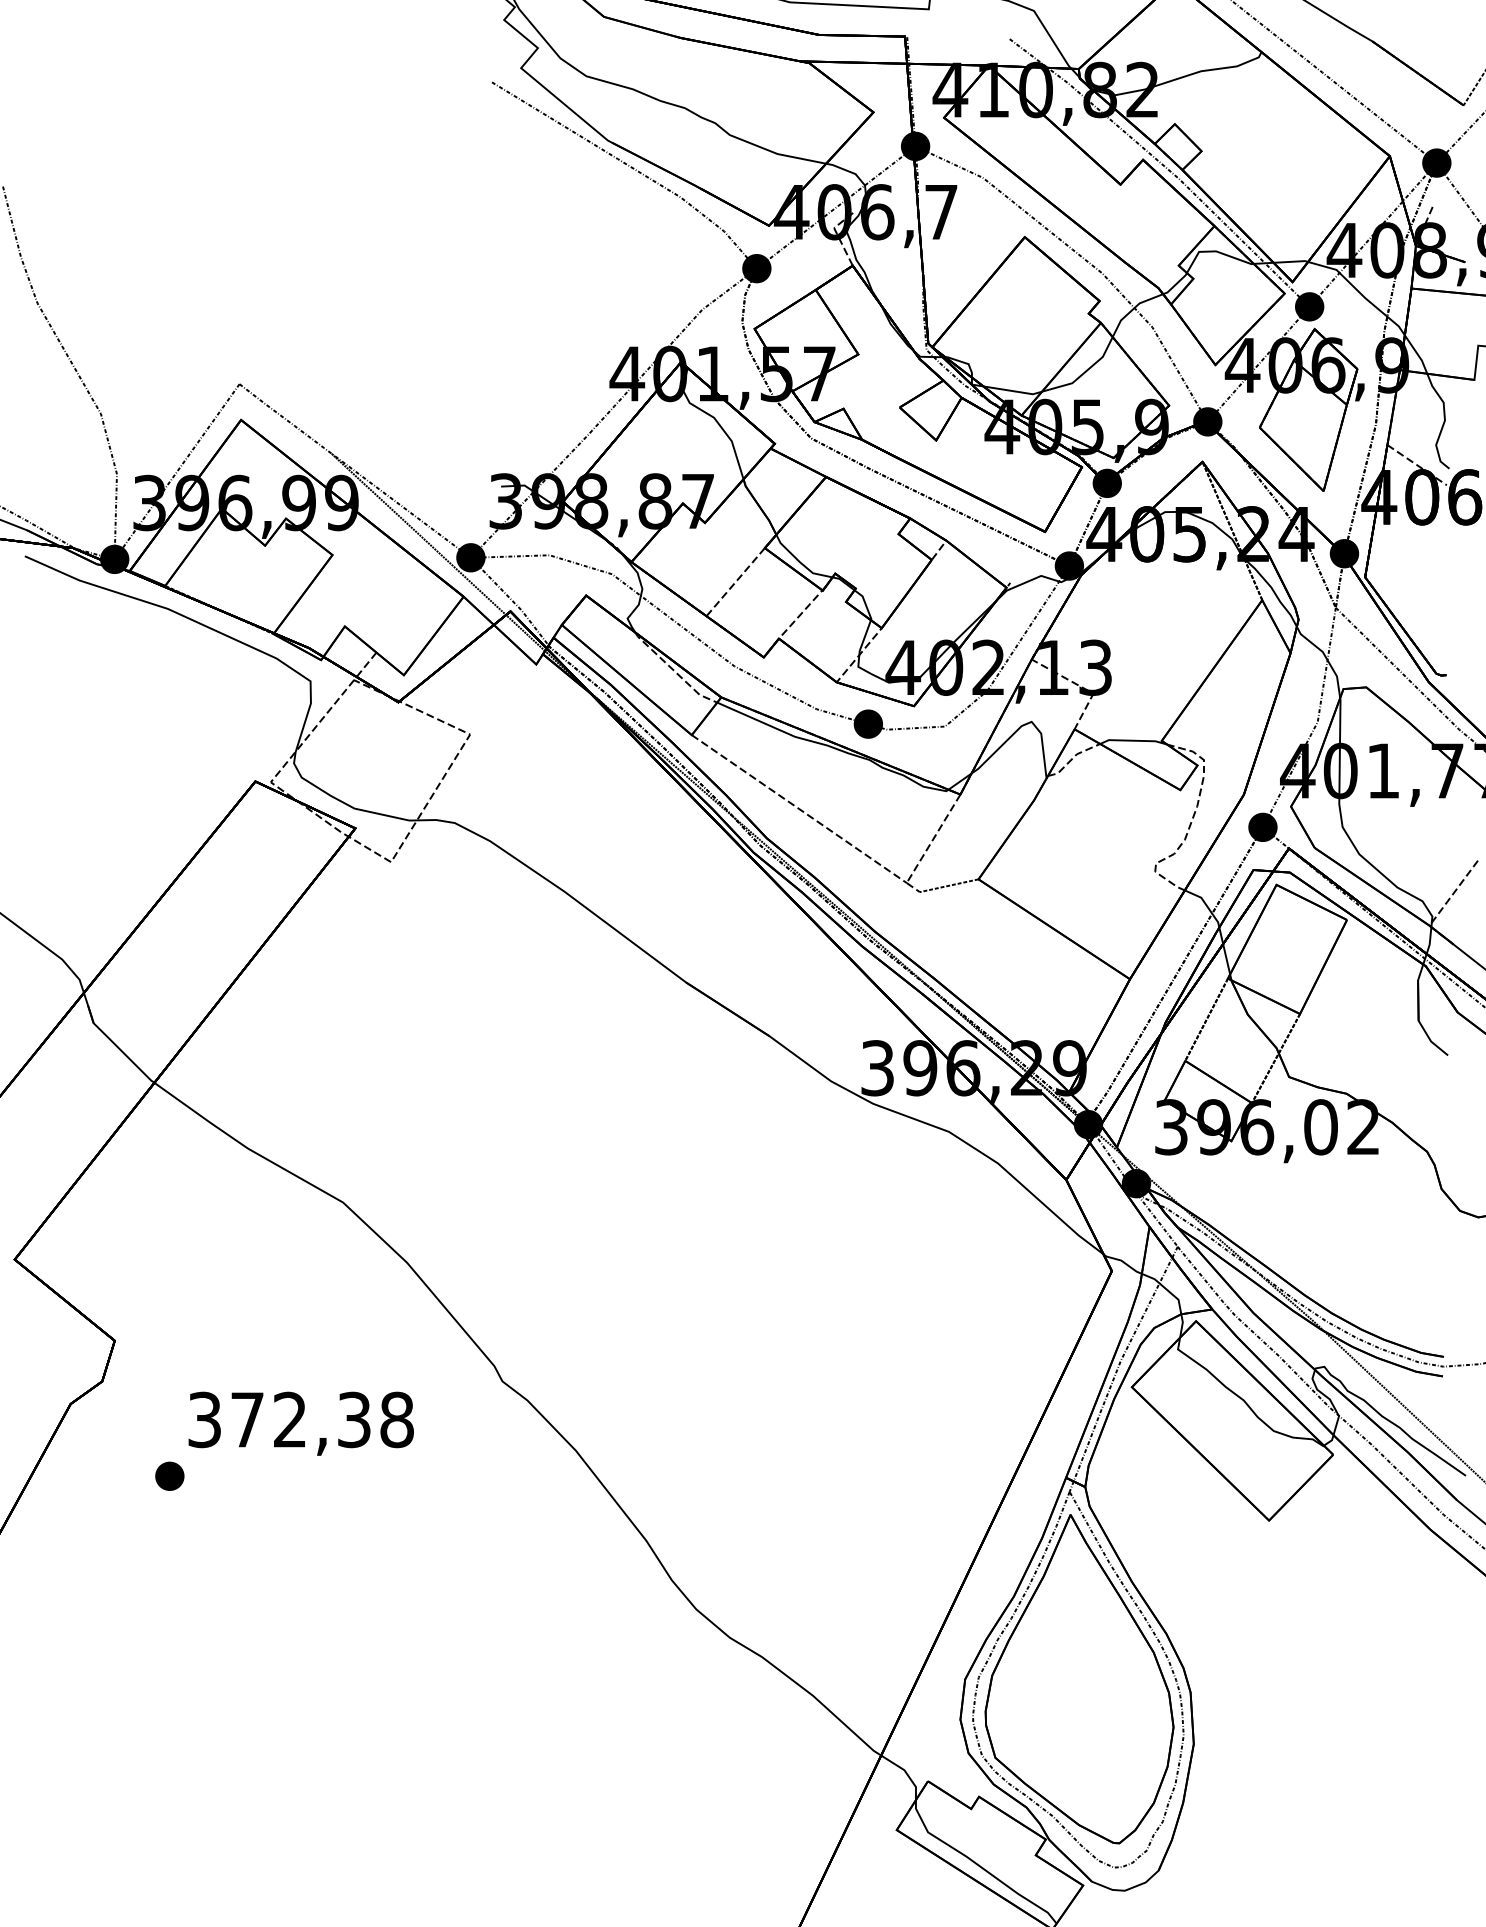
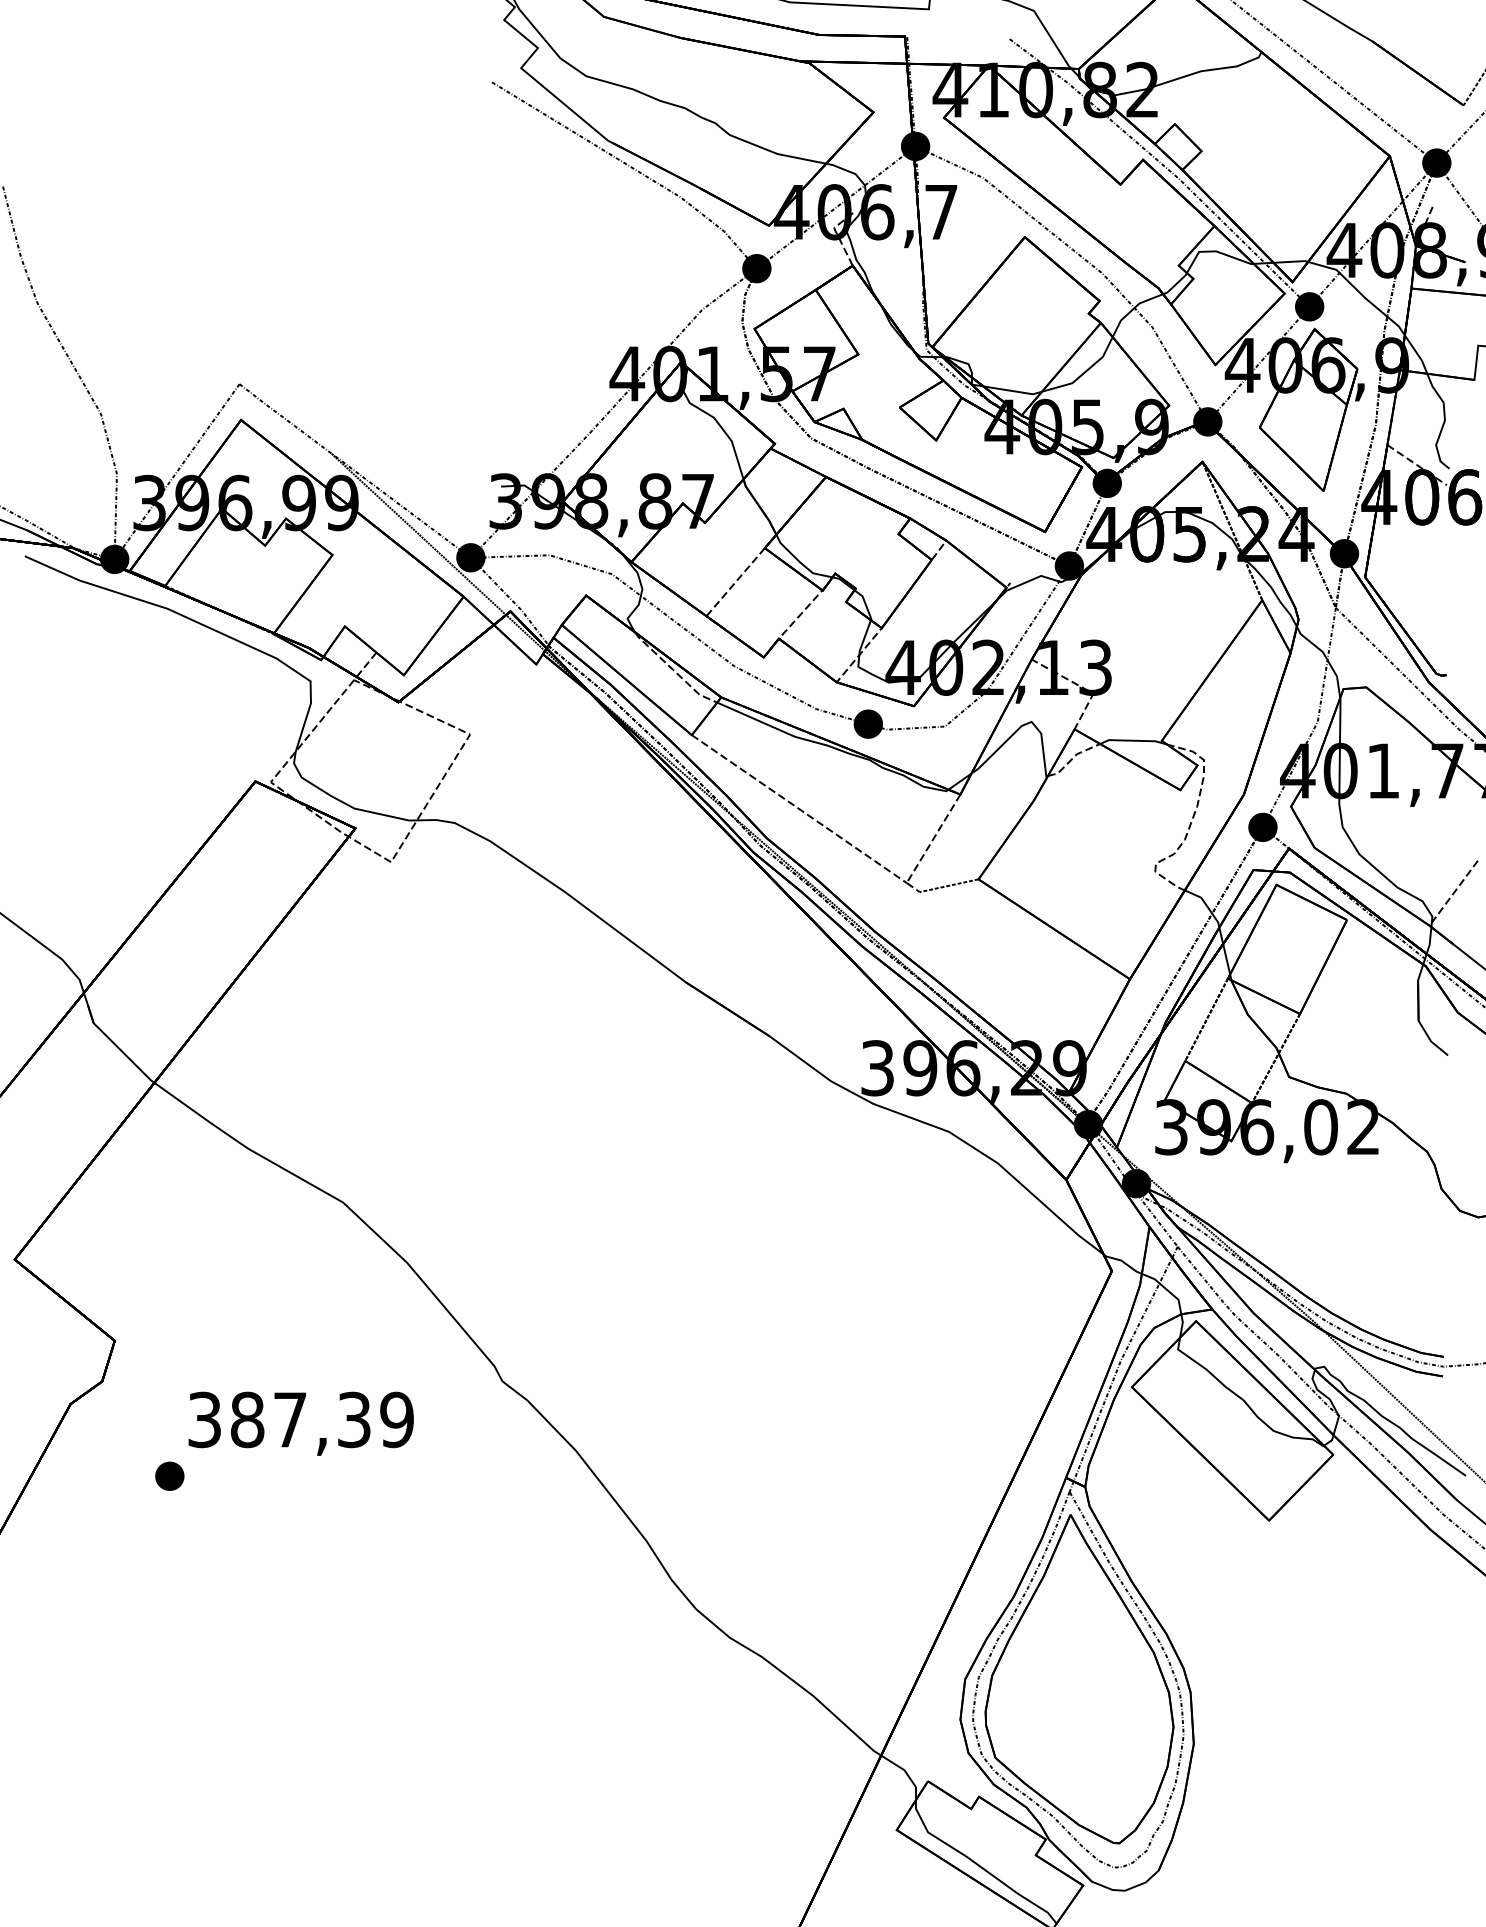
text at (321, 1419): 372,38 -> 387,39
